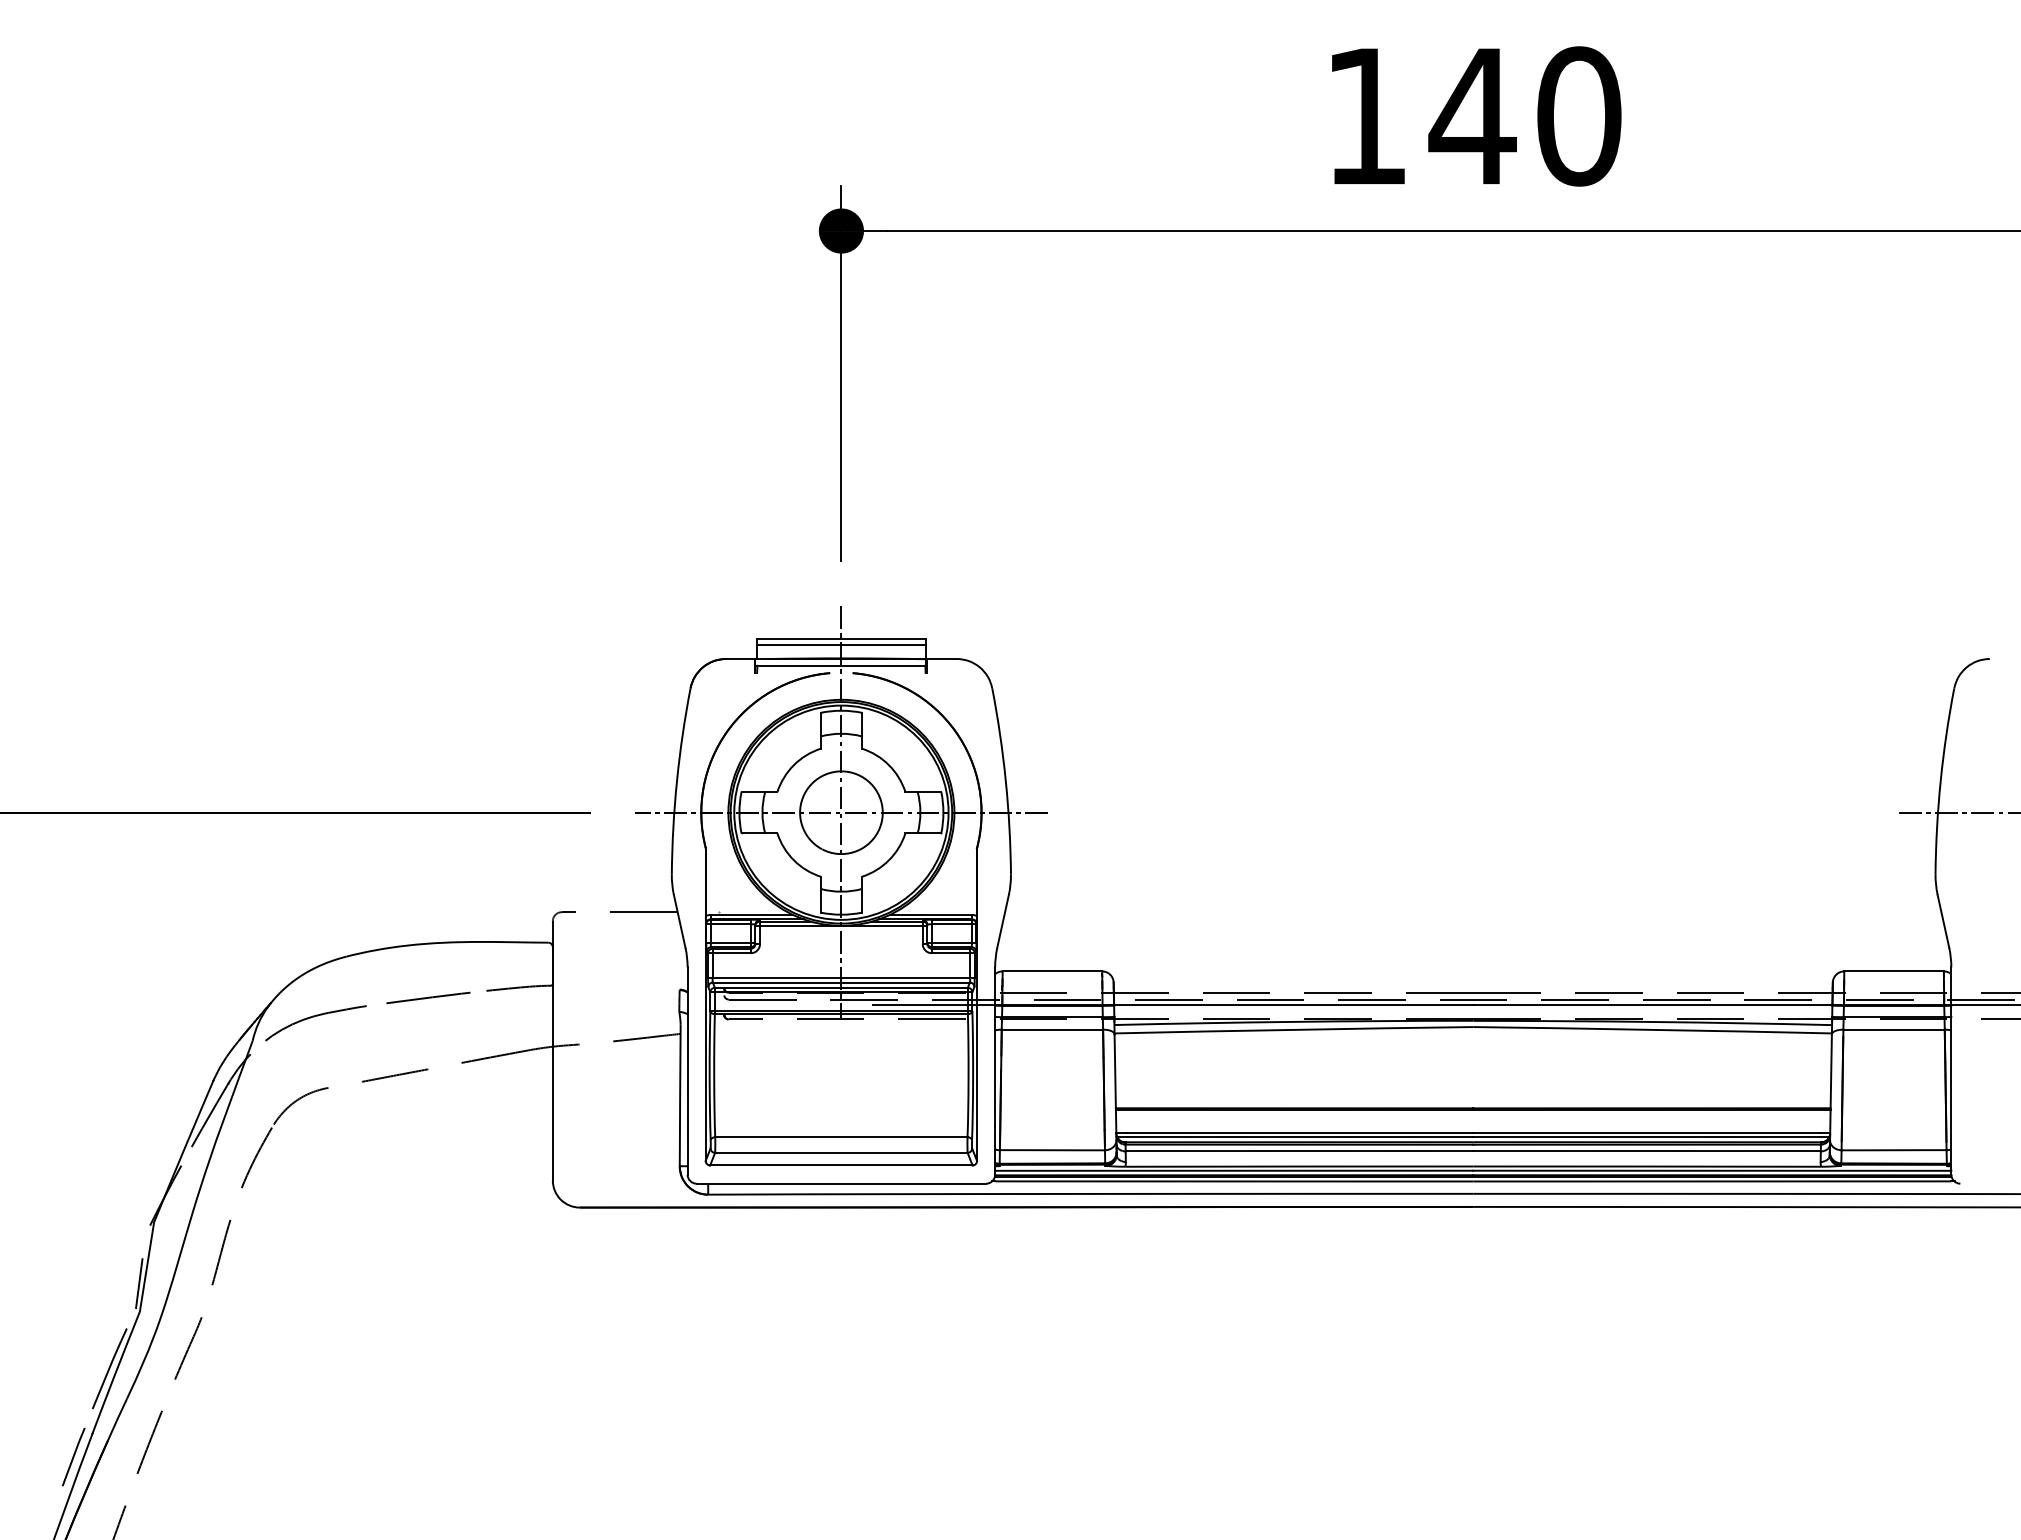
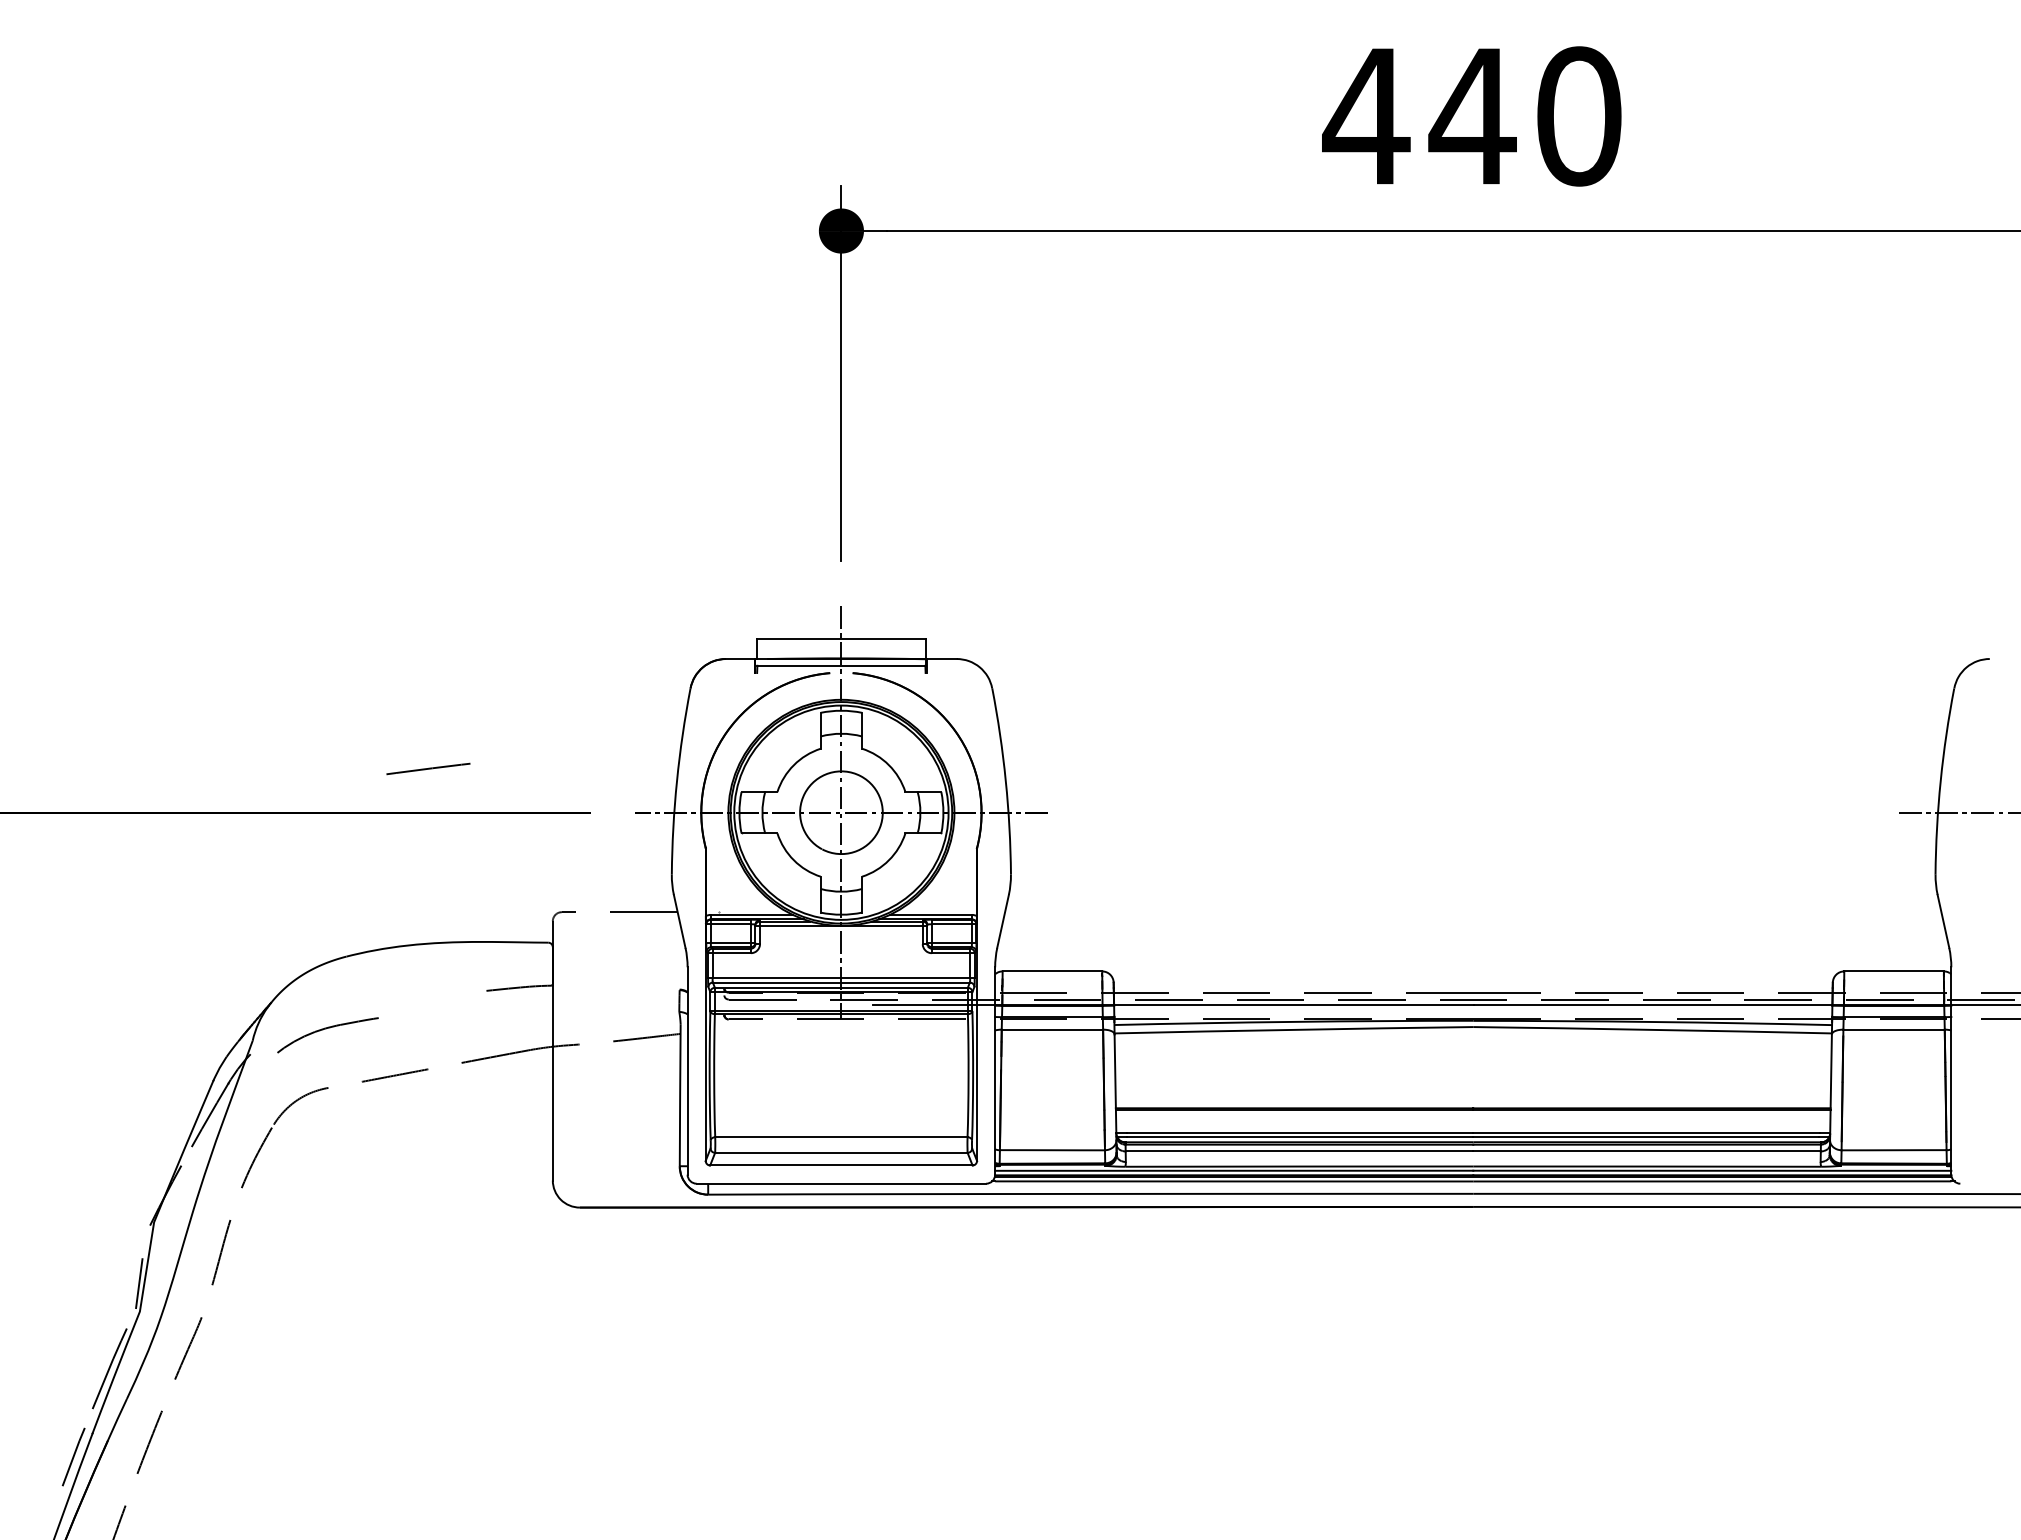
text at (1366, 116): 140 -> 440
line at (840, 645): present -> none
line at (428, 997) position: (428, 997) -> (428, 768)
part at (314, 1017) position: (314, 1017) -> (326, 1029)
